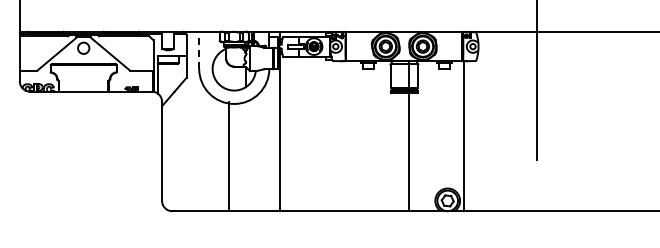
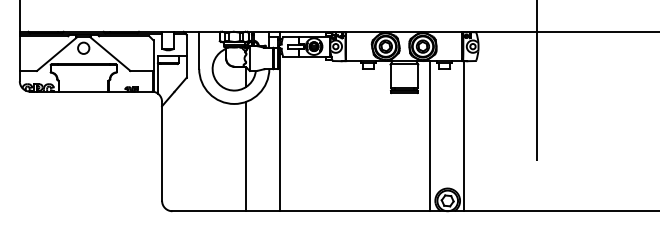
line at (199, 50): dashed -> solid
line at (409, 136) position: (409, 136) -> (430, 136)
line at (228, 156) position: (228, 156) -> (245, 156)
